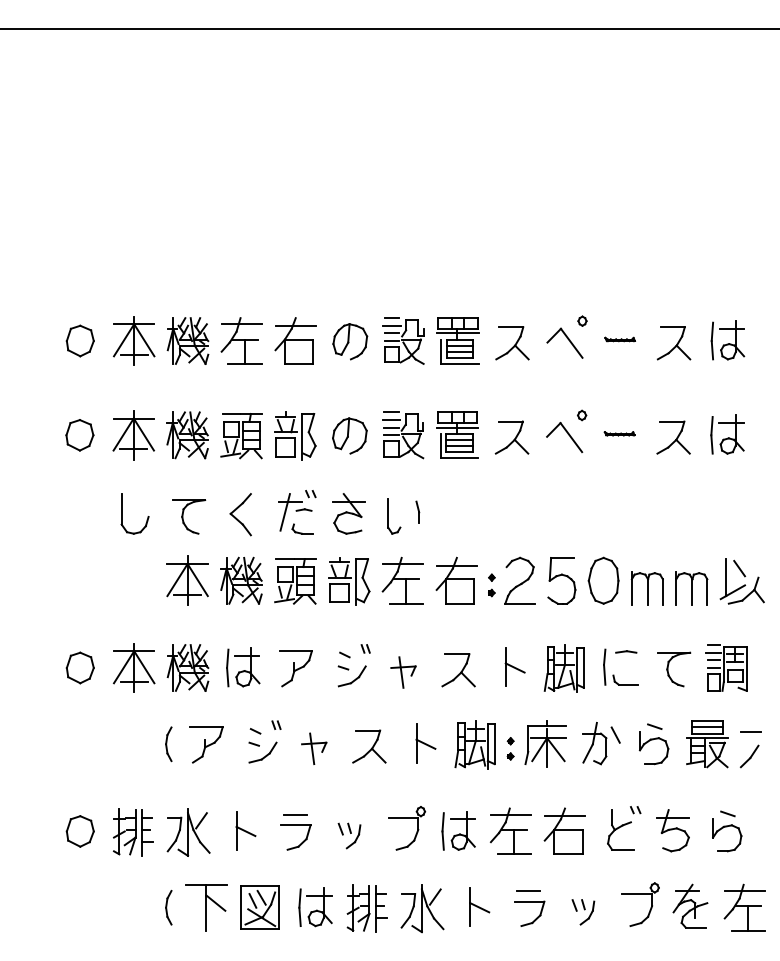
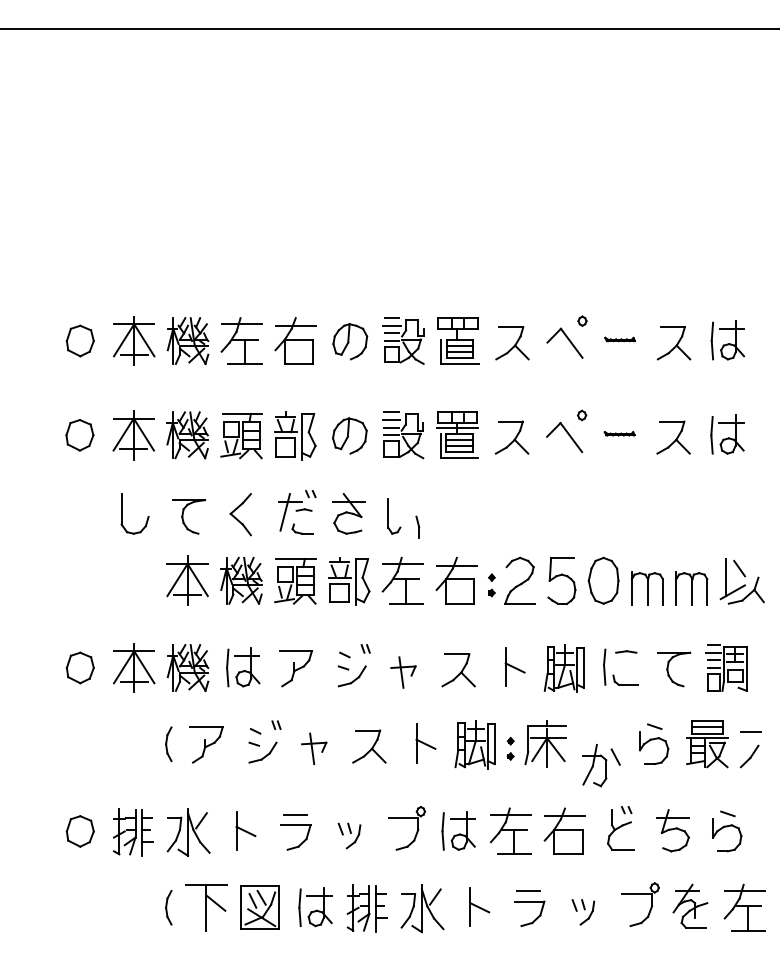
line at (457, 333): present -> none
part at (417, 511) position: (417, 511) -> (417, 526)
part at (601, 743) position: (601, 743) -> (601, 765)
part at (635, 810) position: (635, 810) -> (626, 810)
